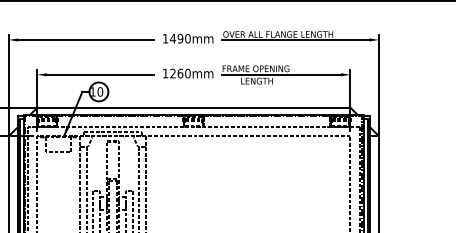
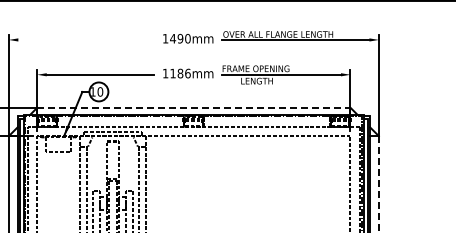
line at (86, 39): present -> none
text at (180, 73): 1260mm -> 1186mm
line at (193, 107): solid -> dashed
line at (378, 184): solid -> dashed
